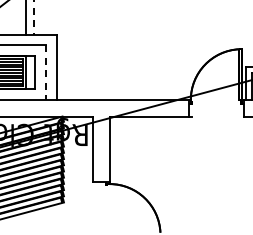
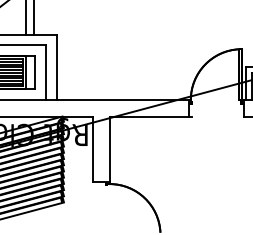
line at (34, 17): dashed -> solid
line at (46, 73): dashed -> solid
